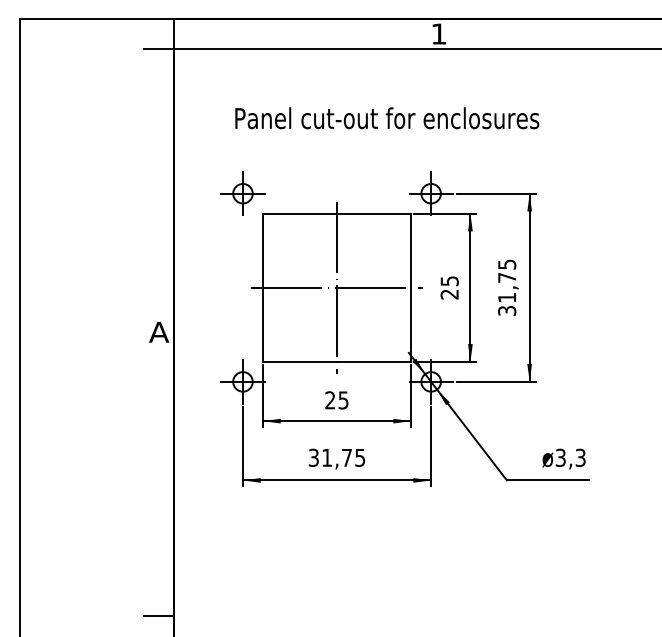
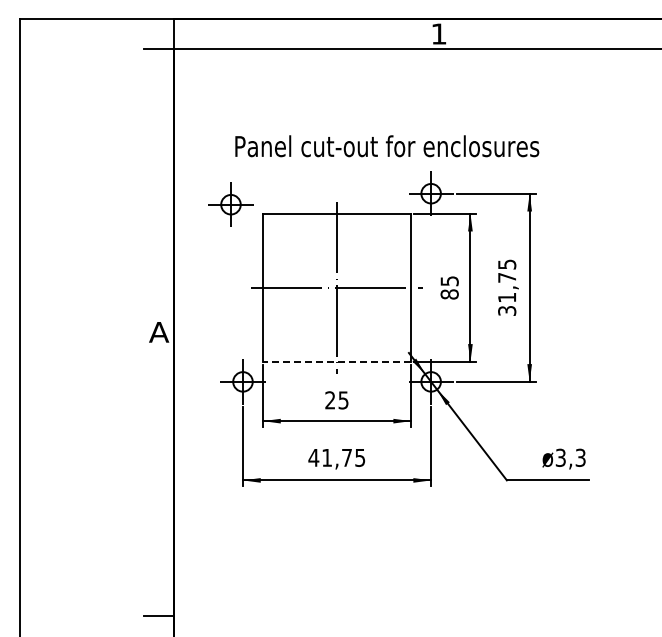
text at (387, 118) position: (387, 118) -> (387, 146)
part at (242, 193) position: (242, 193) -> (230, 204)
text at (449, 294): 25 -> 85
line at (336, 361): solid -> dashed
text at (313, 457): 31,75 -> 41,75
